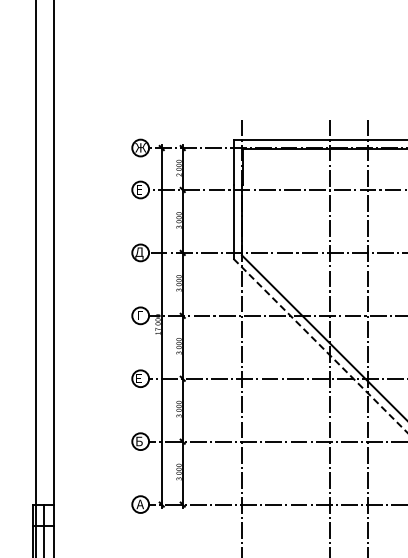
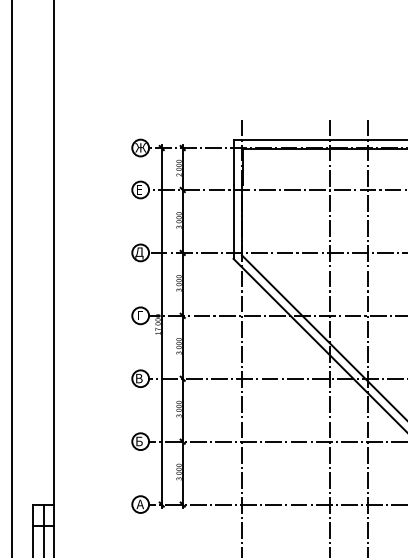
line at (36, 278) position: (36, 278) -> (12, 278)
line at (321, 346): dashed -> solid
text at (139, 378): Е -> В
